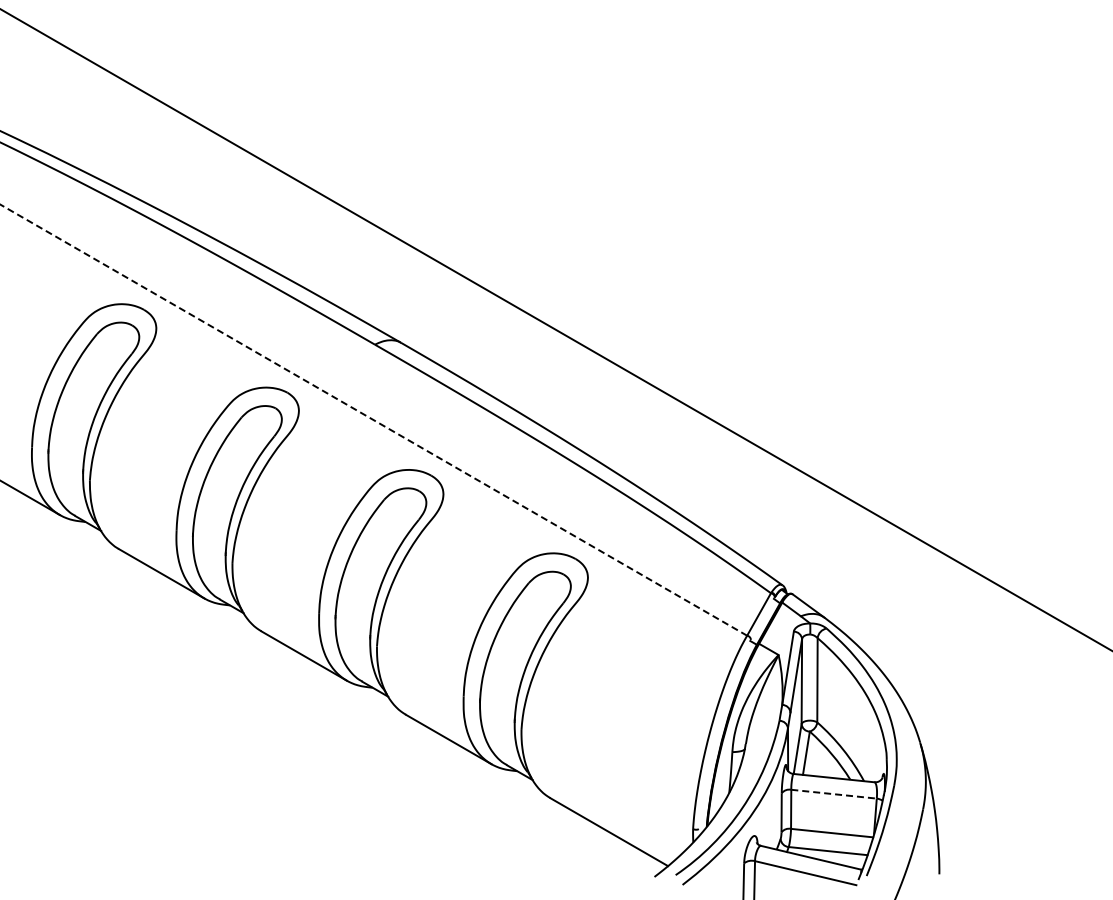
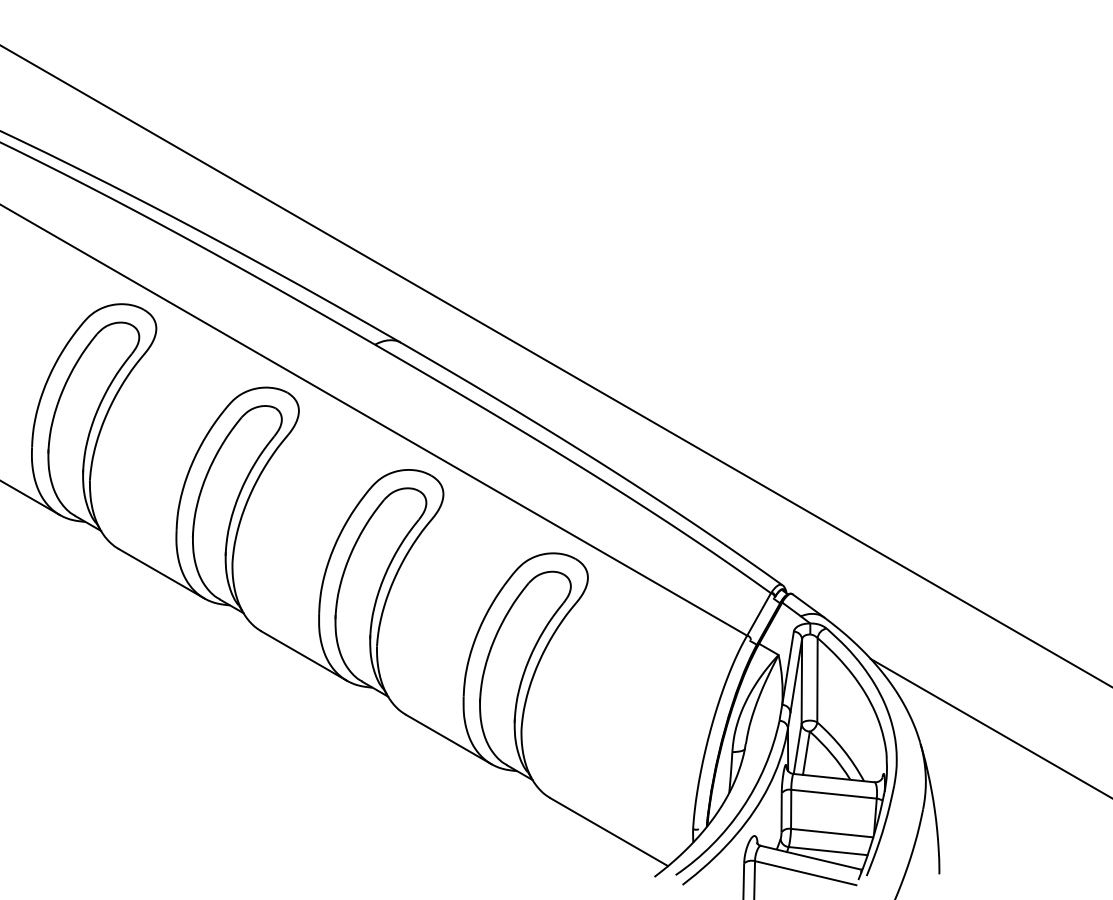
line at (555, 329) position: (555, 329) -> (555, 365)
line at (373, 420): dashed -> solid
line at (989, 727): none -> present
line at (834, 794): dashed -> solid
